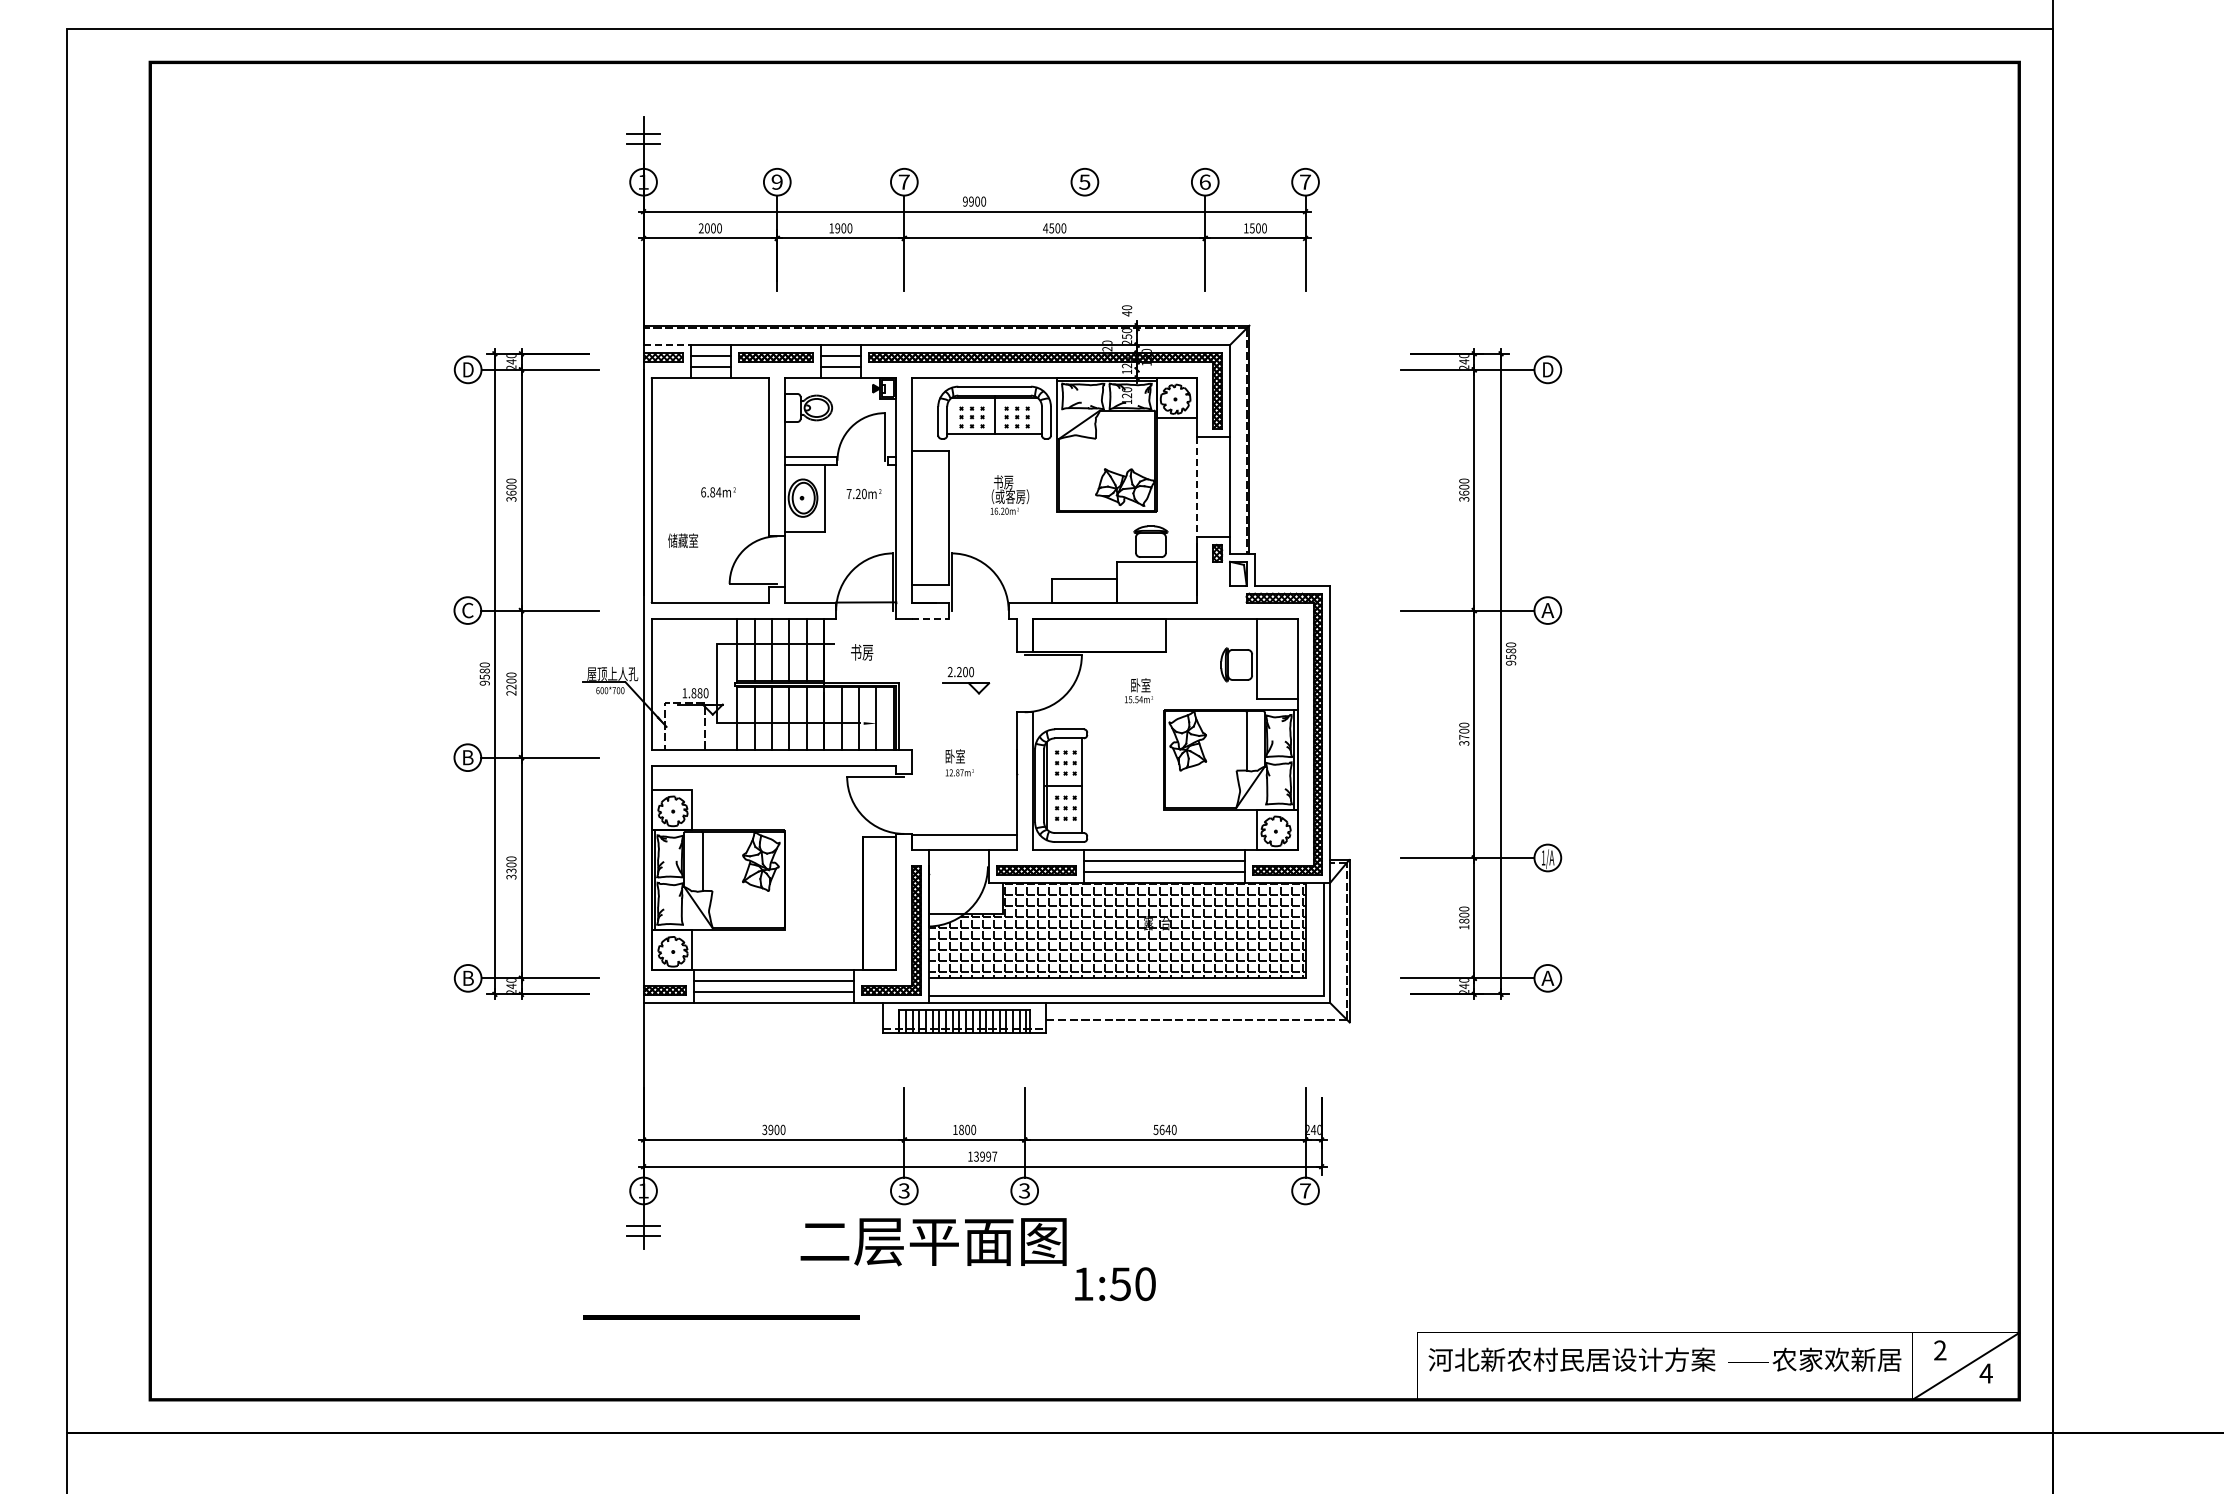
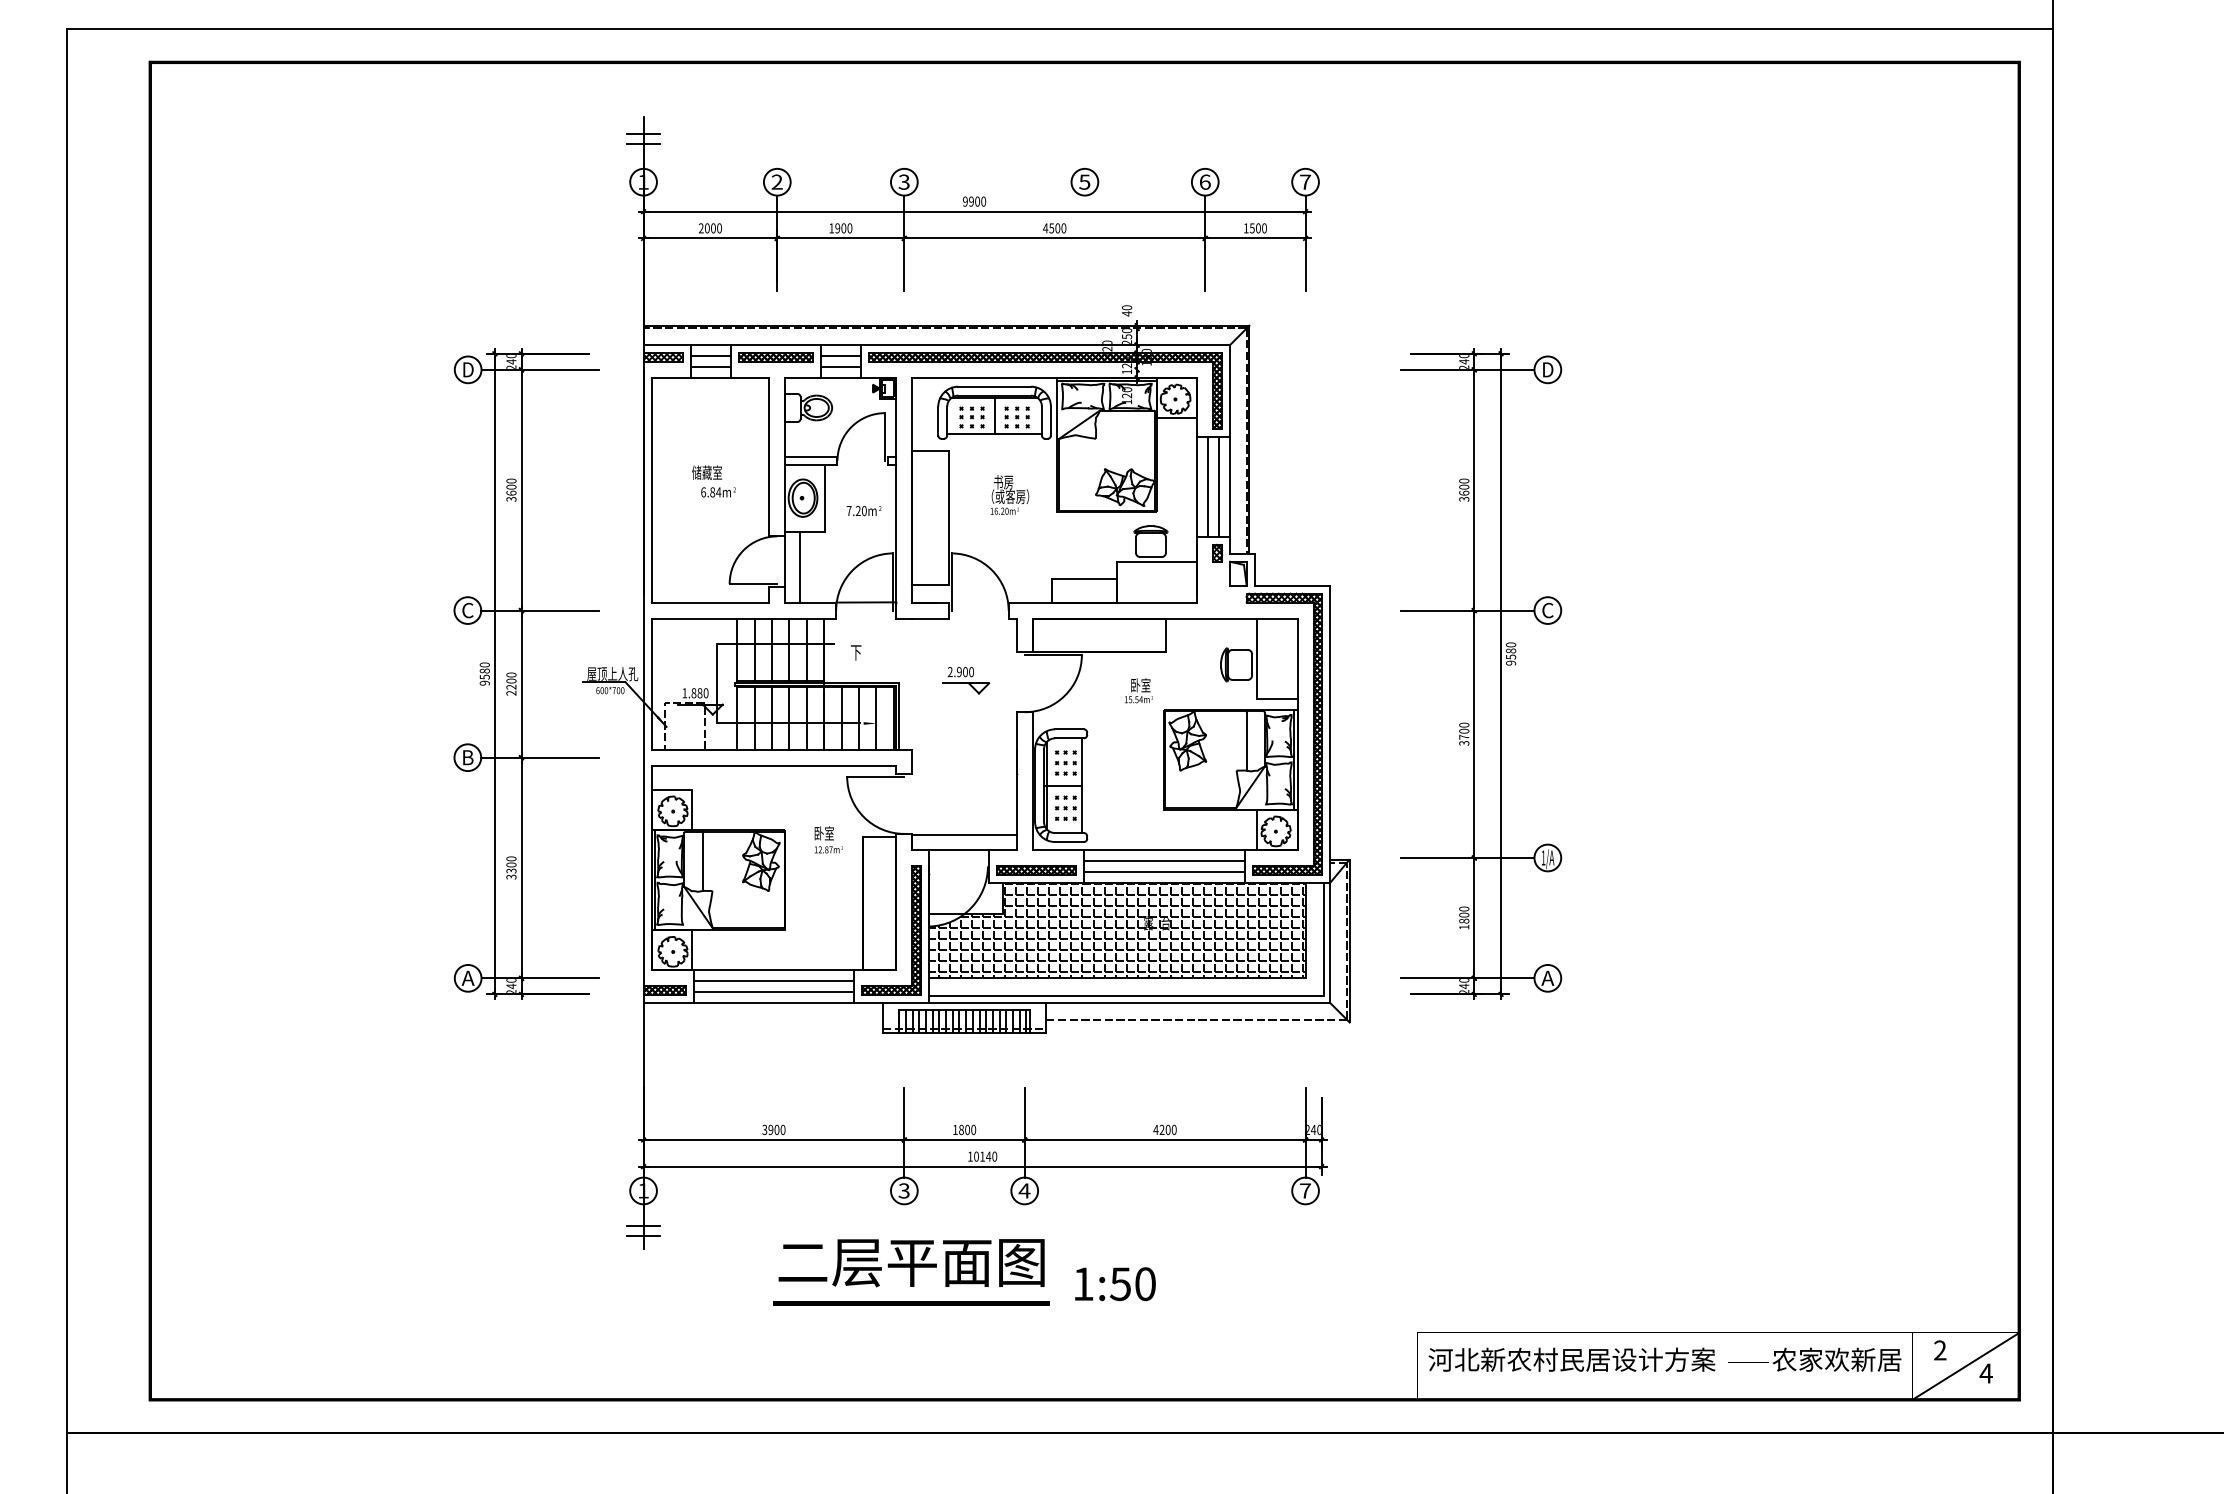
text at (903, 181): 7 -> 3
text at (776, 182): 9 -> 2
line at (667, 345): dashed -> solid
line at (1208, 486): none -> present
line at (1219, 486): none -> present
line at (1197, 487): dashed -> solid
text at (863, 493) position: (863, 493) -> (863, 510)
text at (683, 540) position: (683, 540) -> (707, 472)
line at (800, 566): none -> present
text at (1547, 610): A -> C
line at (930, 618): dashed -> solid
text at (862, 652): 书房 -> 下
text at (959, 672): 2.200 -> 2.900
text at (959, 762) position: (959, 762) -> (828, 839)
text at (467, 977): B -> A
text at (1161, 1129): 5640 -> 4200
text at (985, 1156): 13997 -> 10140
text at (1024, 1190): 3 -> 4
text at (933, 1242) position: (933, 1242) -> (911, 1263)
line at (721, 1317) position: (721, 1317) -> (911, 1303)
